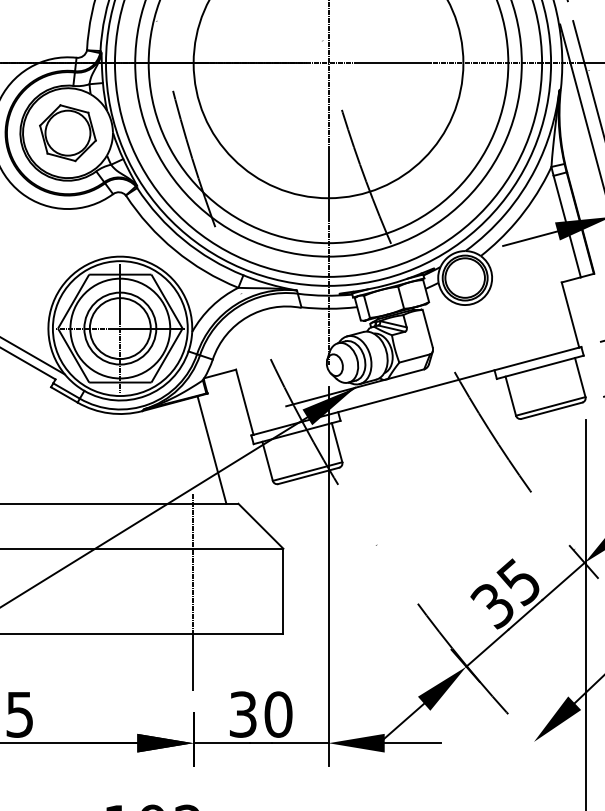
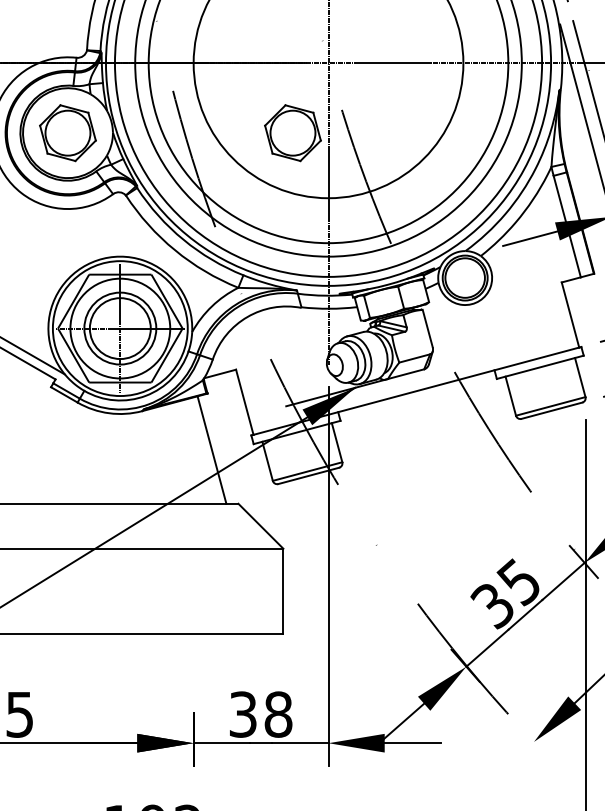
part at (292, 133): none -> present
line at (193, 591): present -> none
text at (278, 714): 30 -> 38
